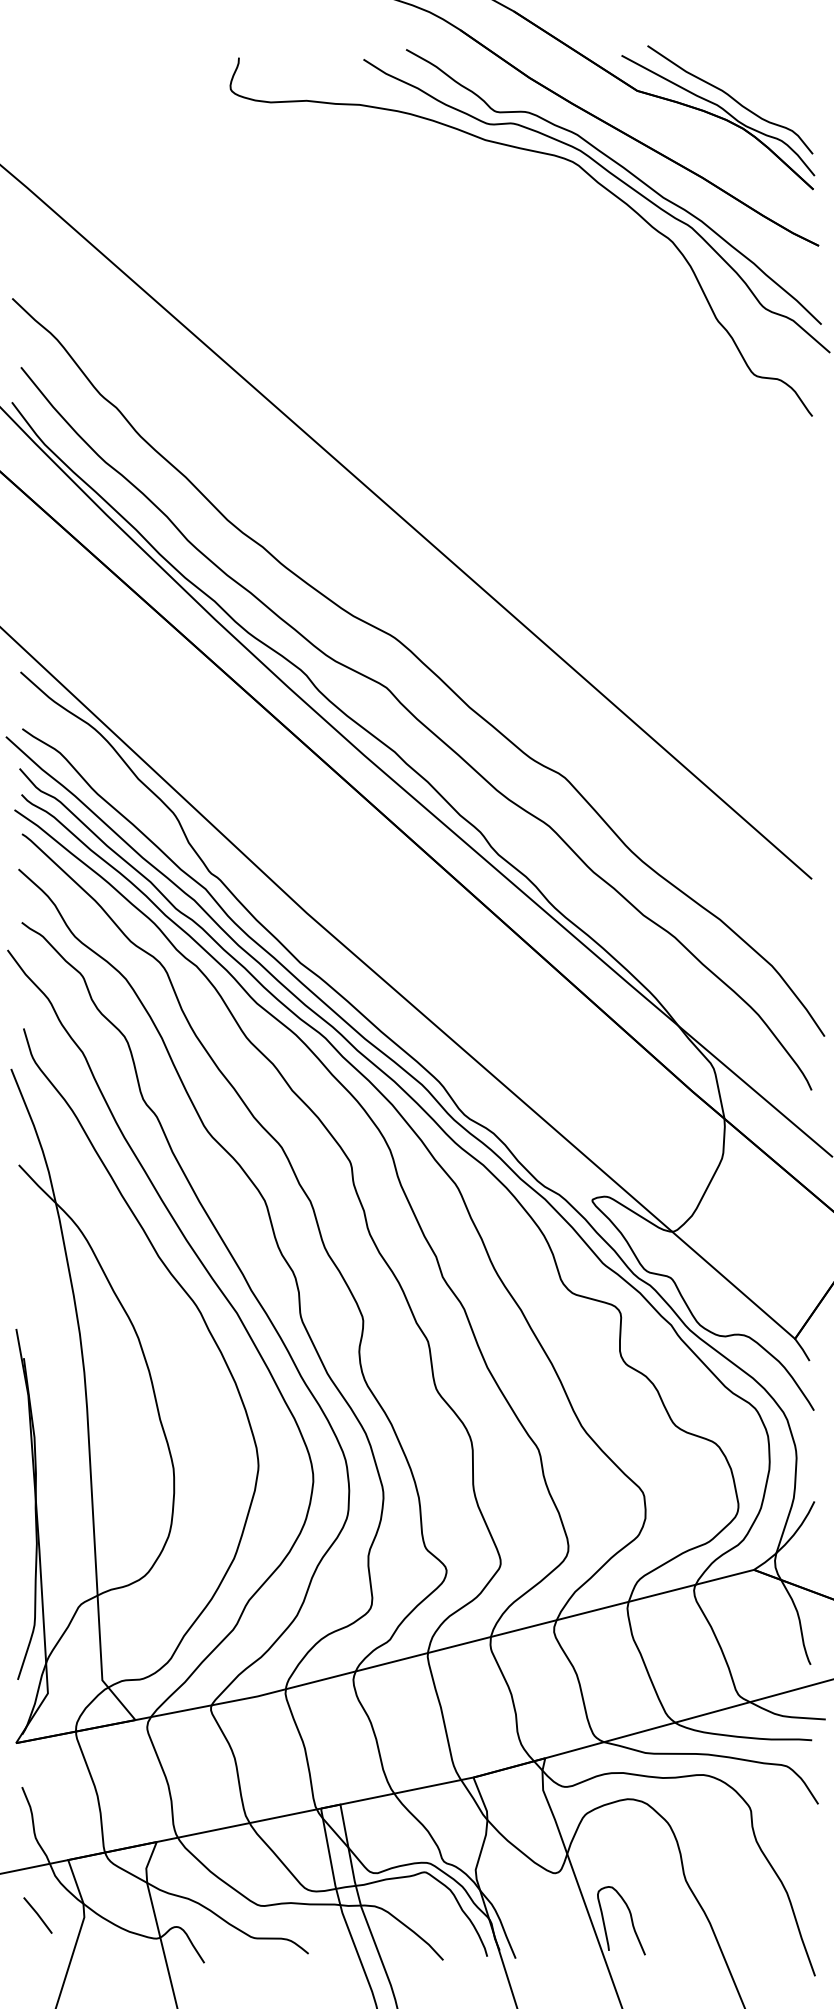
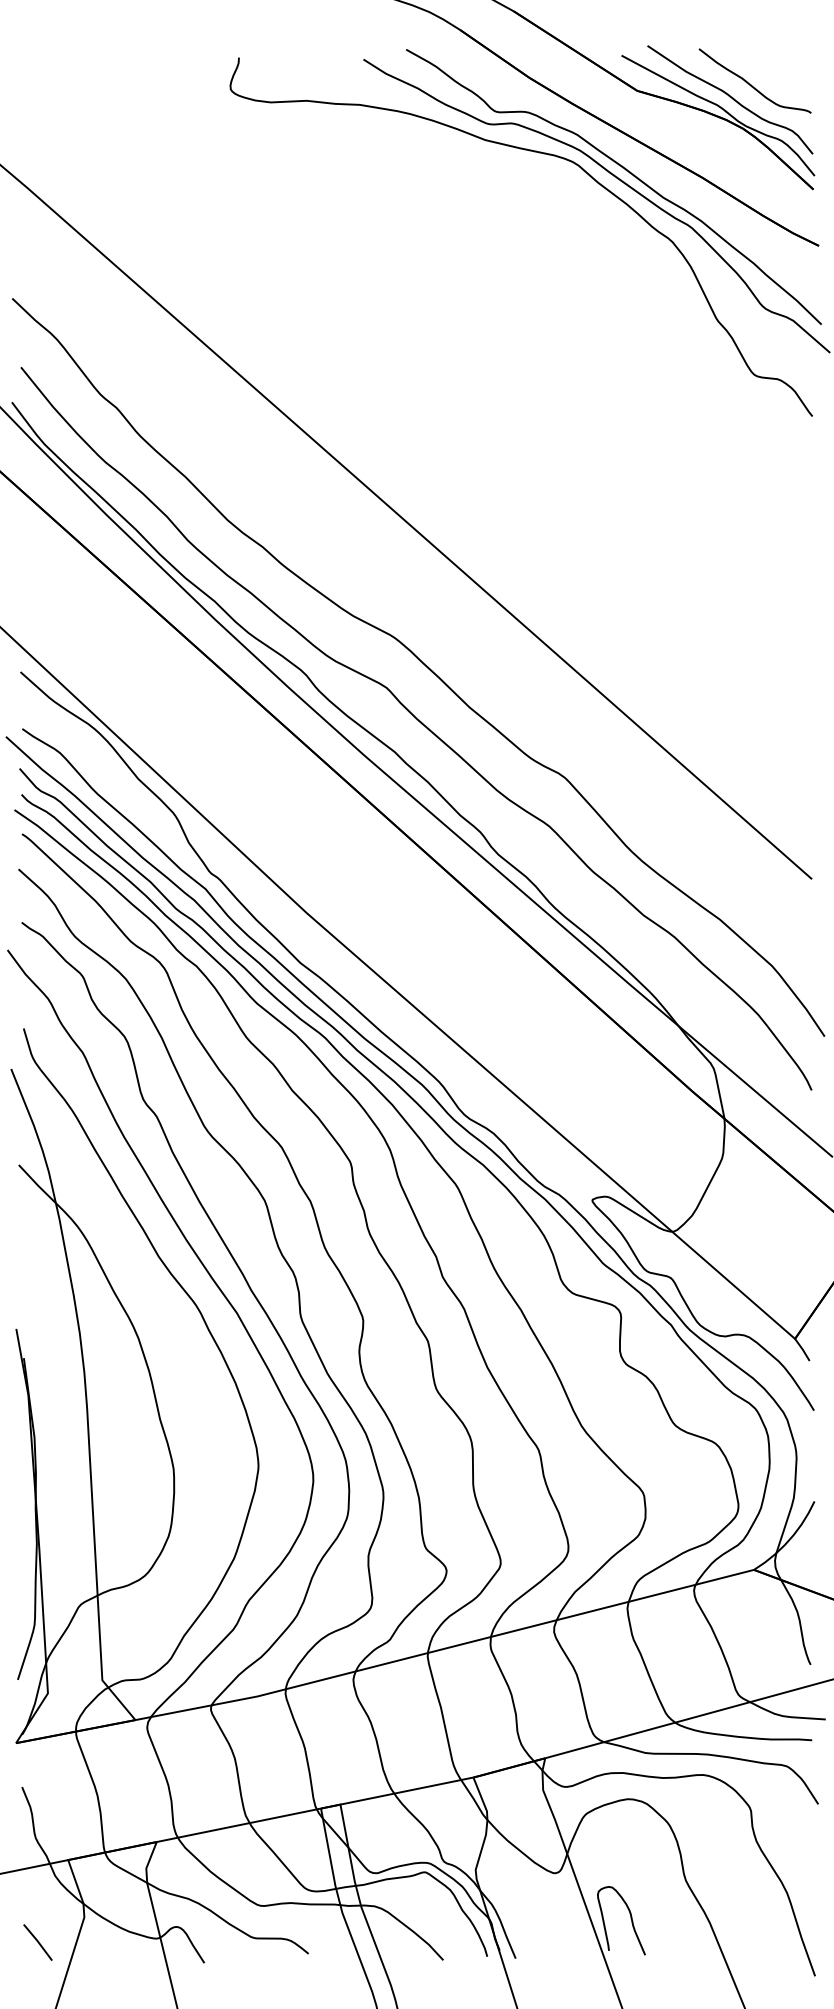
curve at (750, 83): none -> present
line at (37, 1915) position: (37, 1915) -> (37, 1942)
